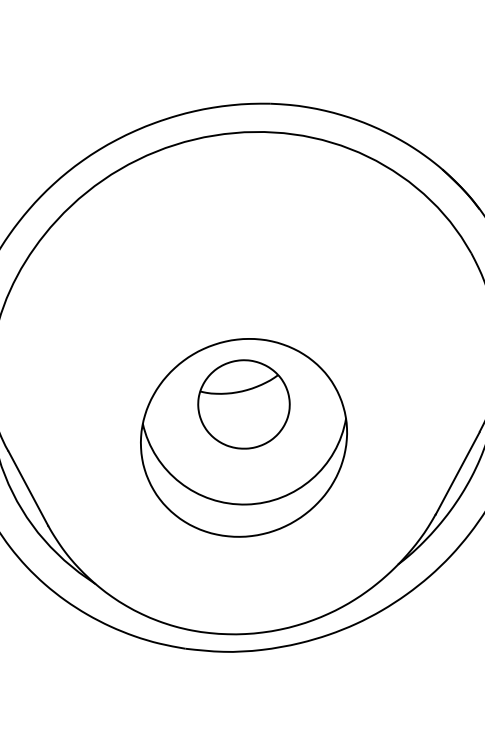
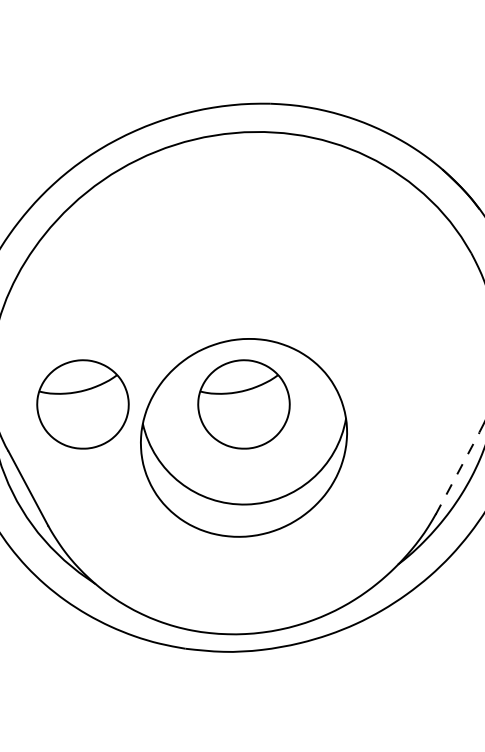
part at (82, 404): none -> present
line at (457, 473): solid -> dashed
